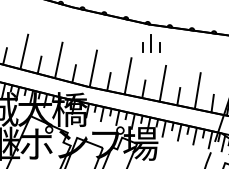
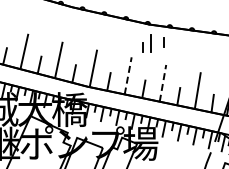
line at (159, 47) position: (159, 47) -> (163, 42)
line at (128, 75): solid -> dashed
line at (162, 83): solid -> dashed
